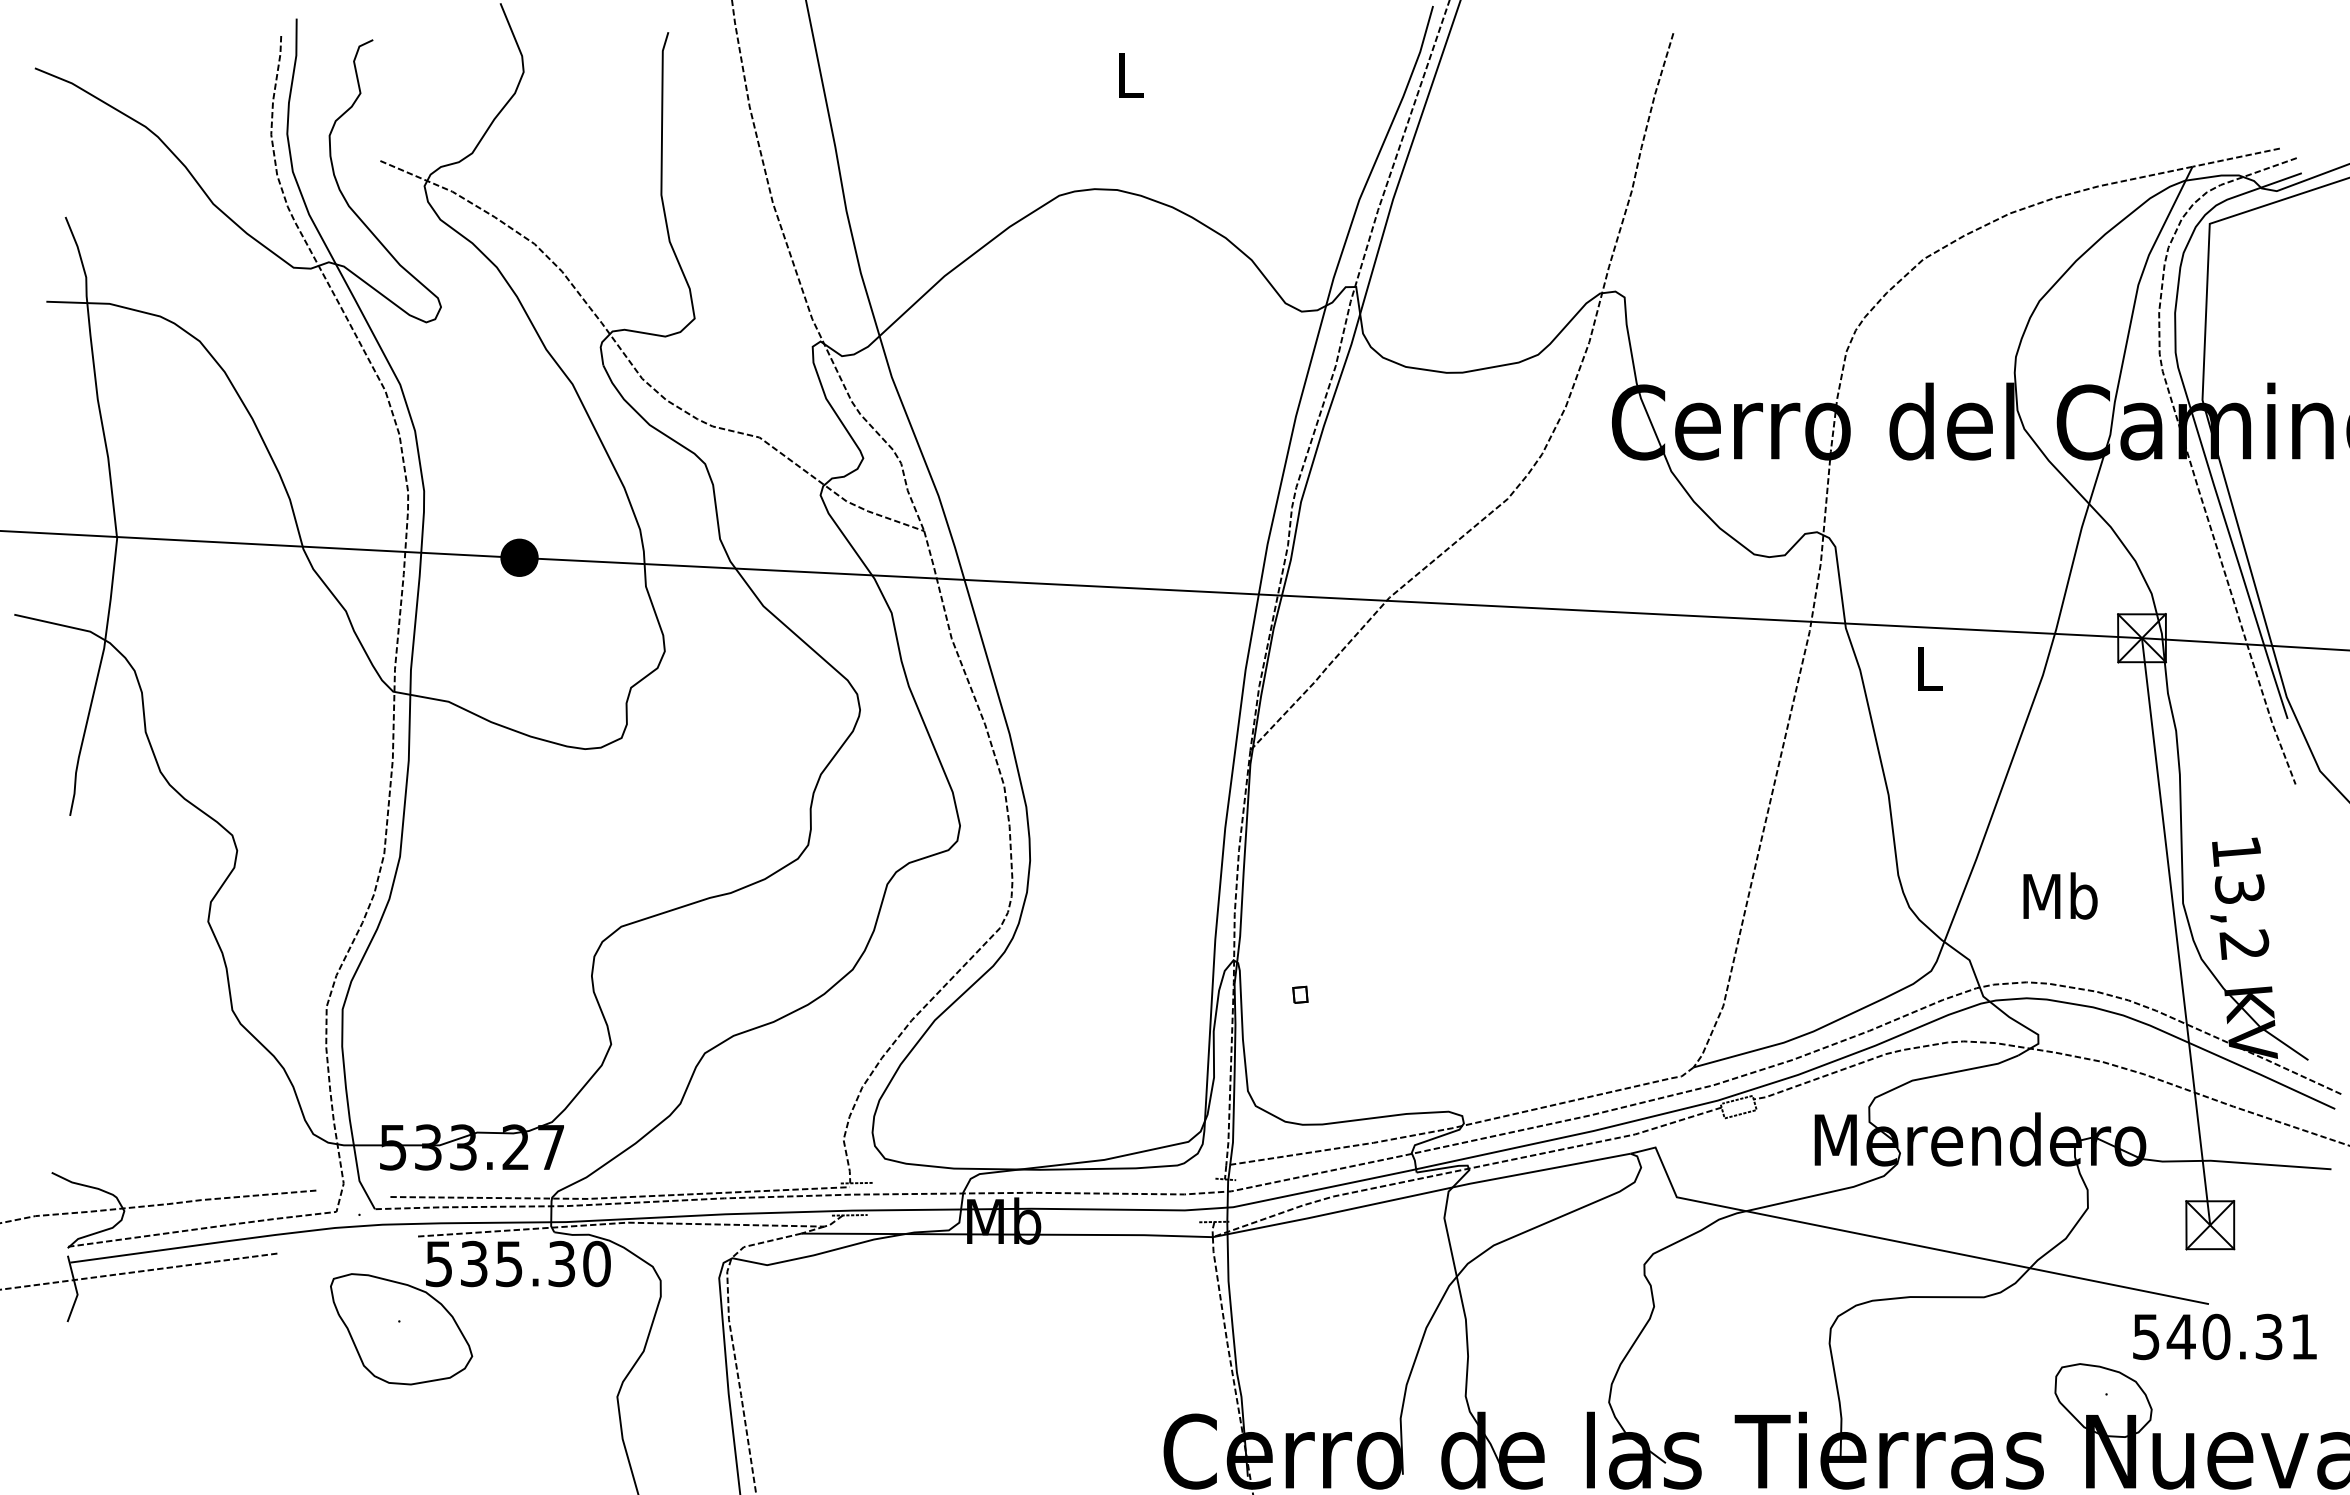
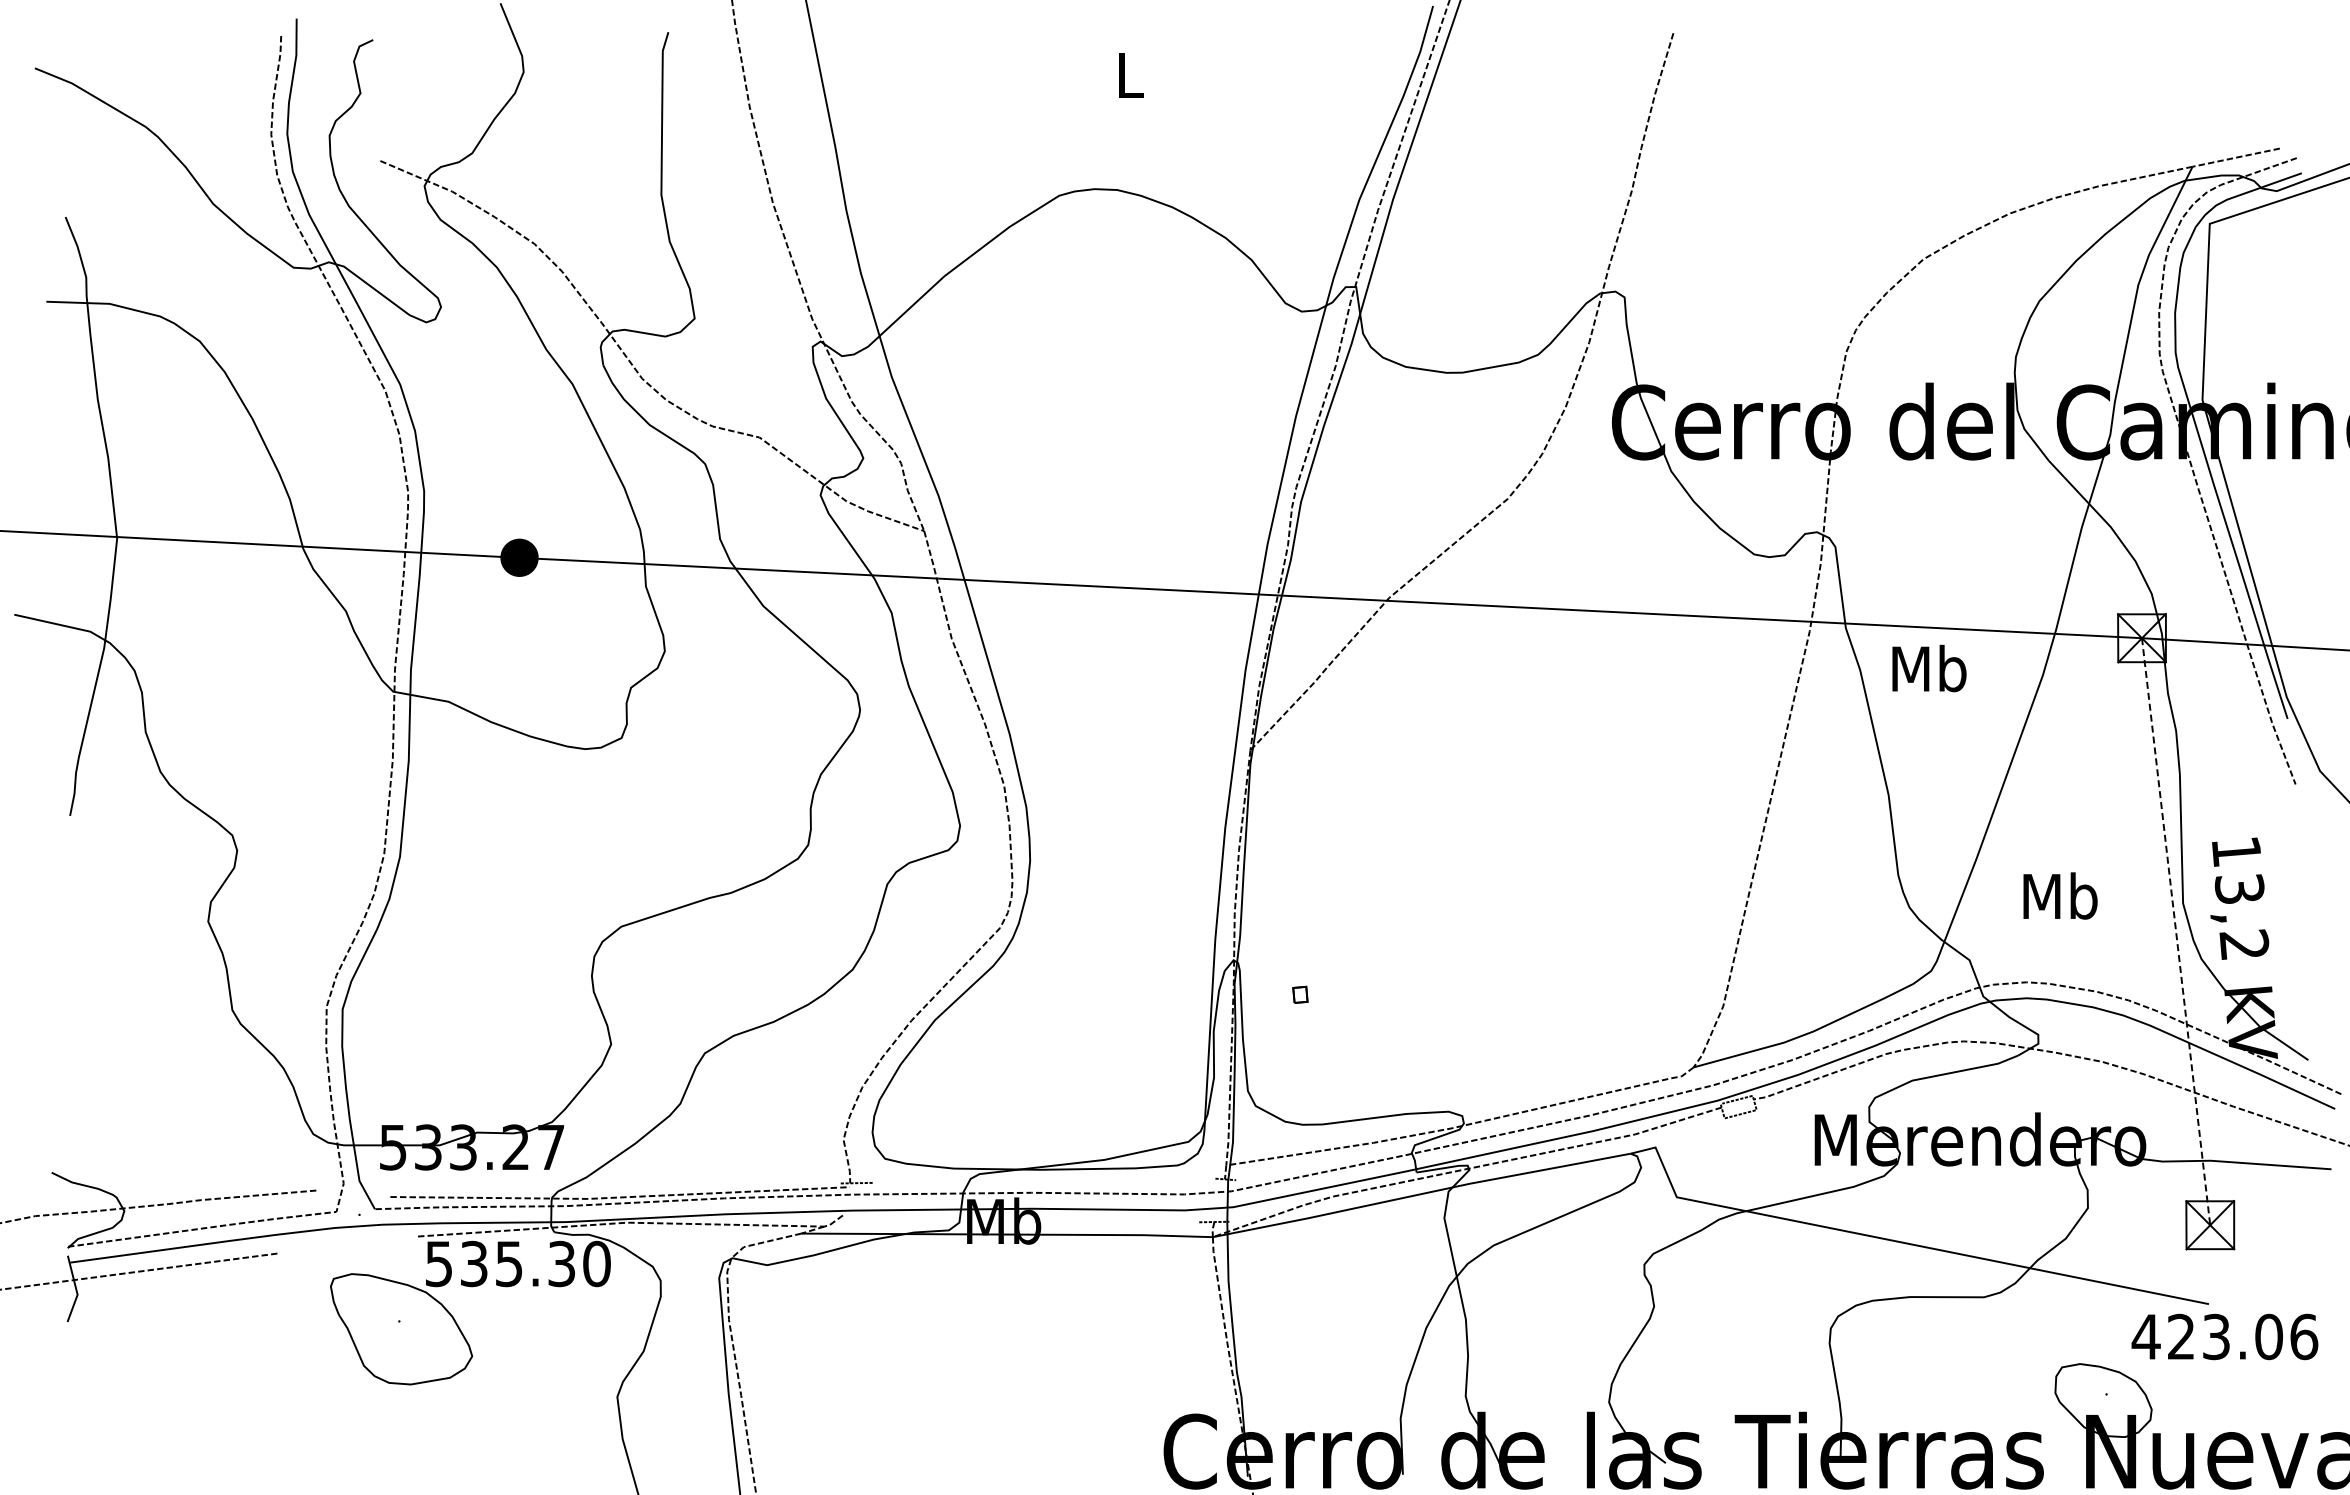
text at (1929, 668): L -> Mb
line at (2176, 932): solid -> dashed
line at (849, 1215): present -> none
text at (2224, 1336): 540.31 -> 423.06
